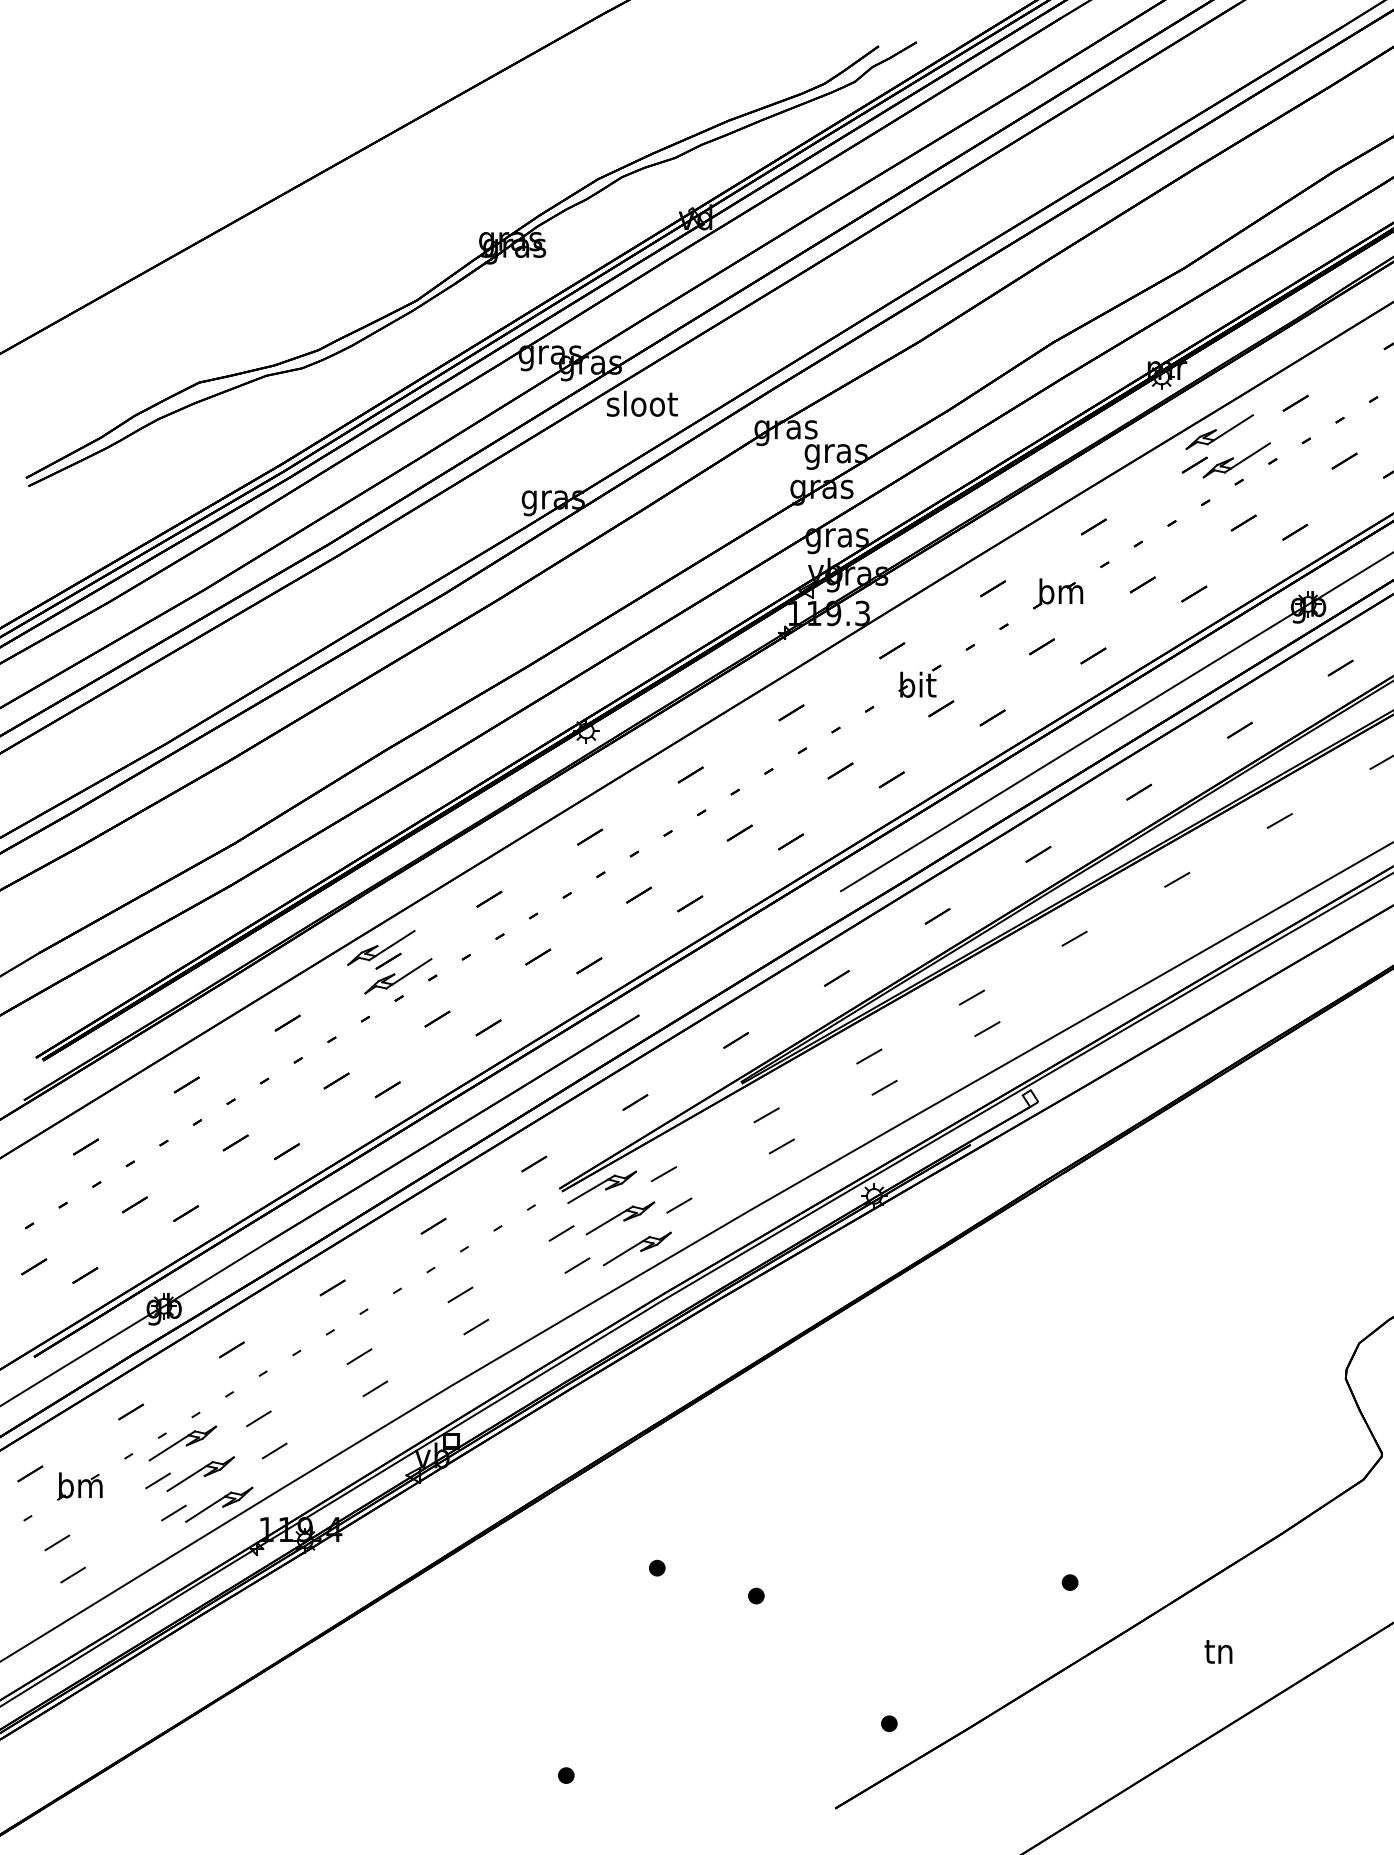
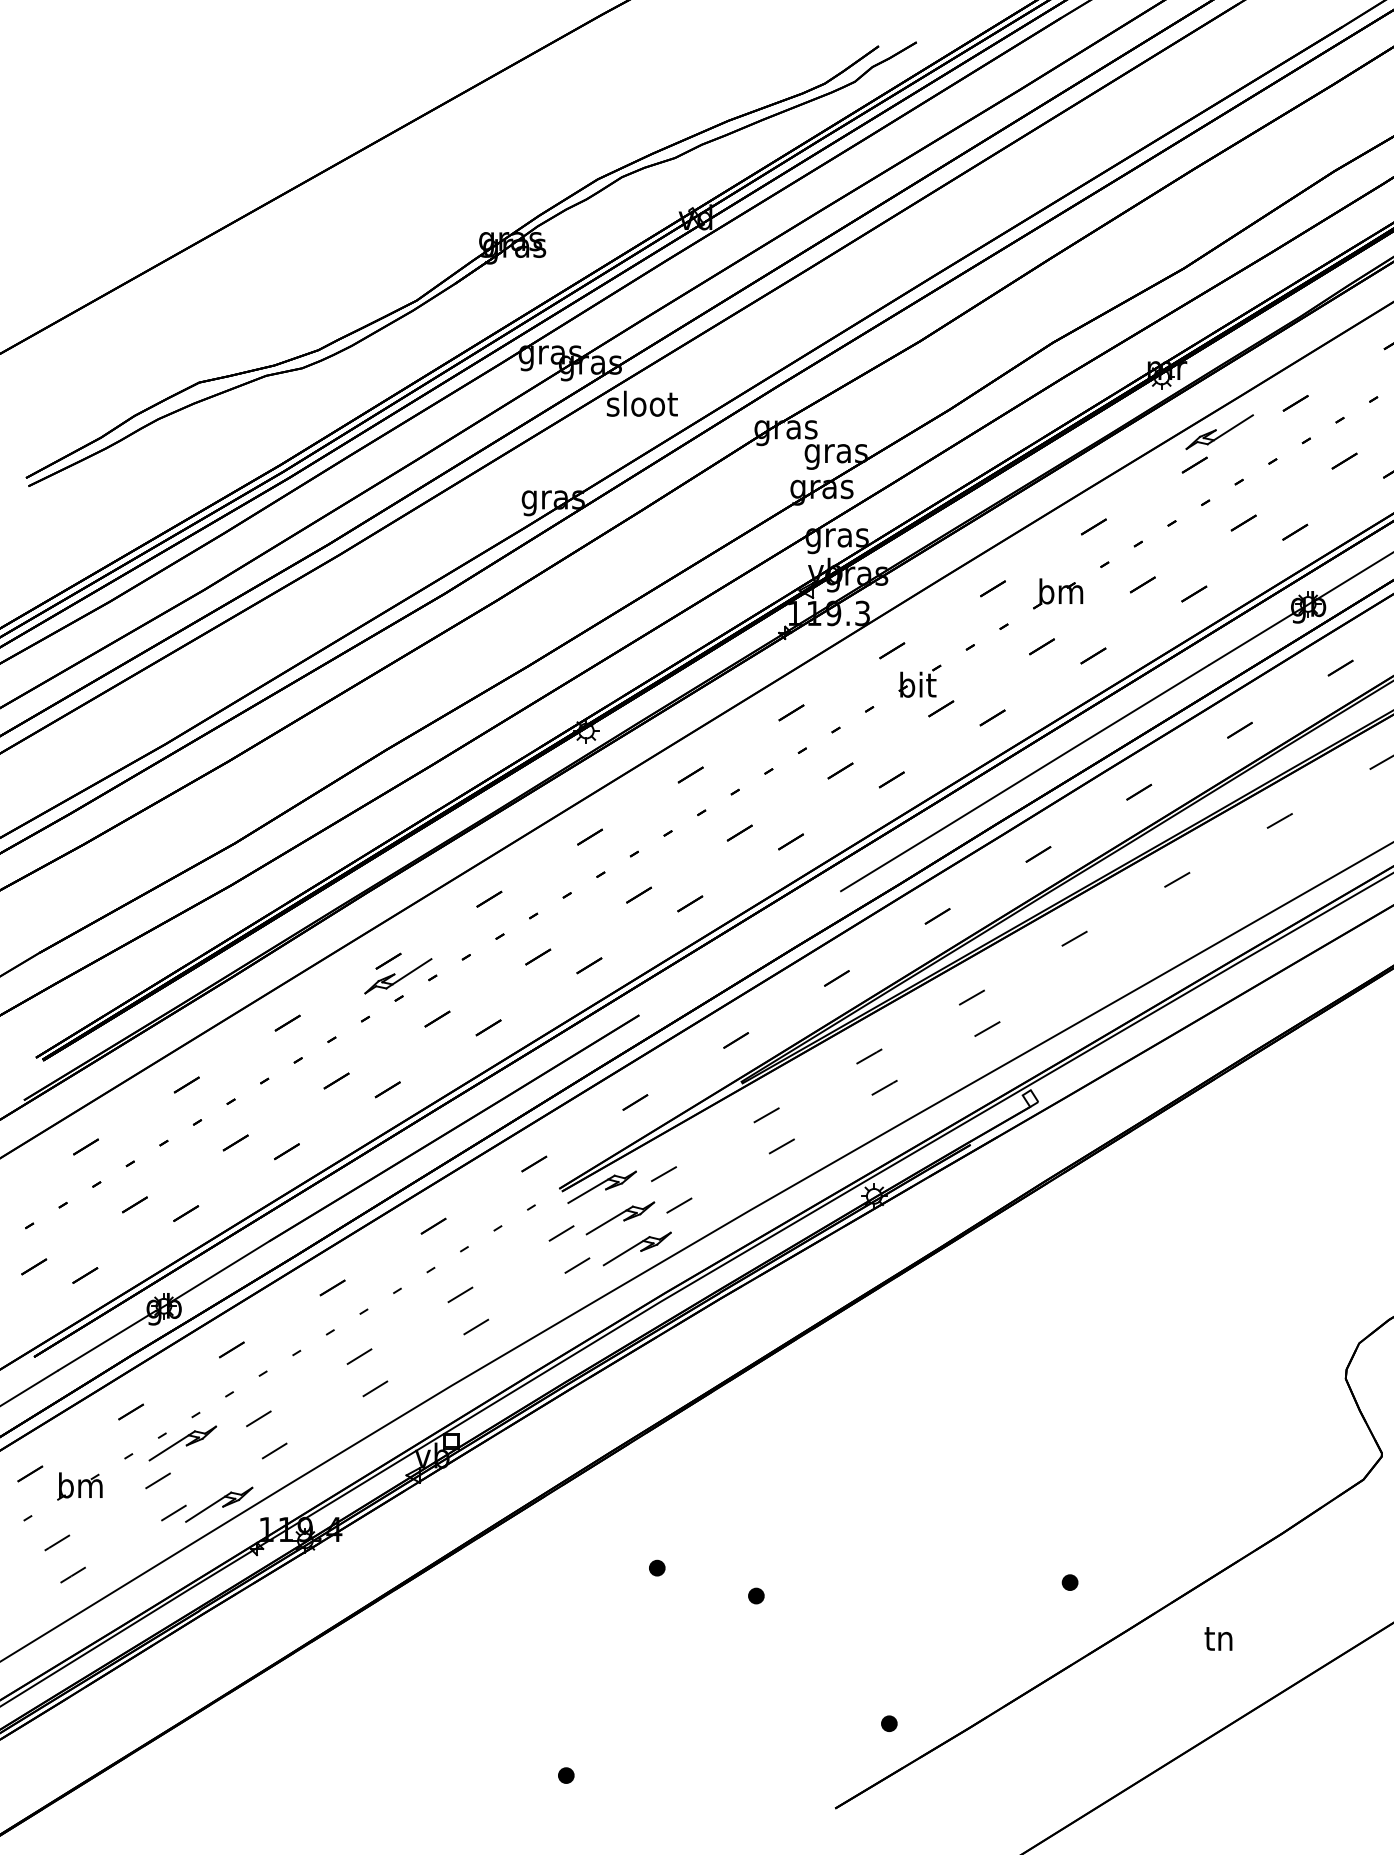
part at (1236, 460): present -> none
part at (381, 947): present -> none
part at (200, 1474): present -> none
text at (1218, 1651) position: (1218, 1651) -> (1218, 1638)
